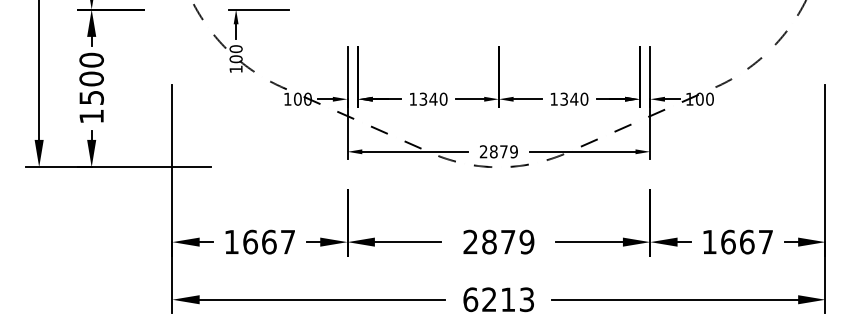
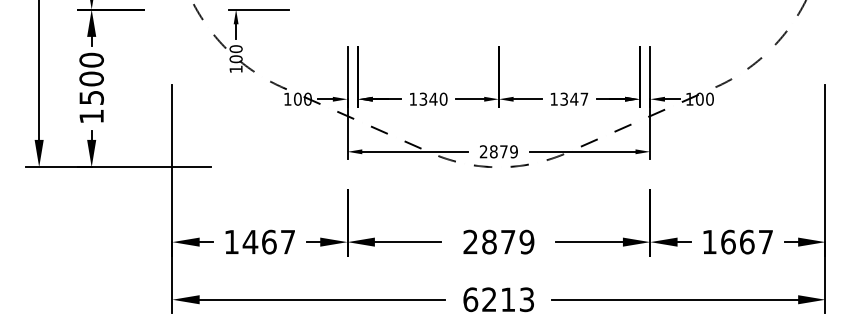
text at (584, 98): 1340 -> 1347
text at (250, 241): 1667 -> 1467
